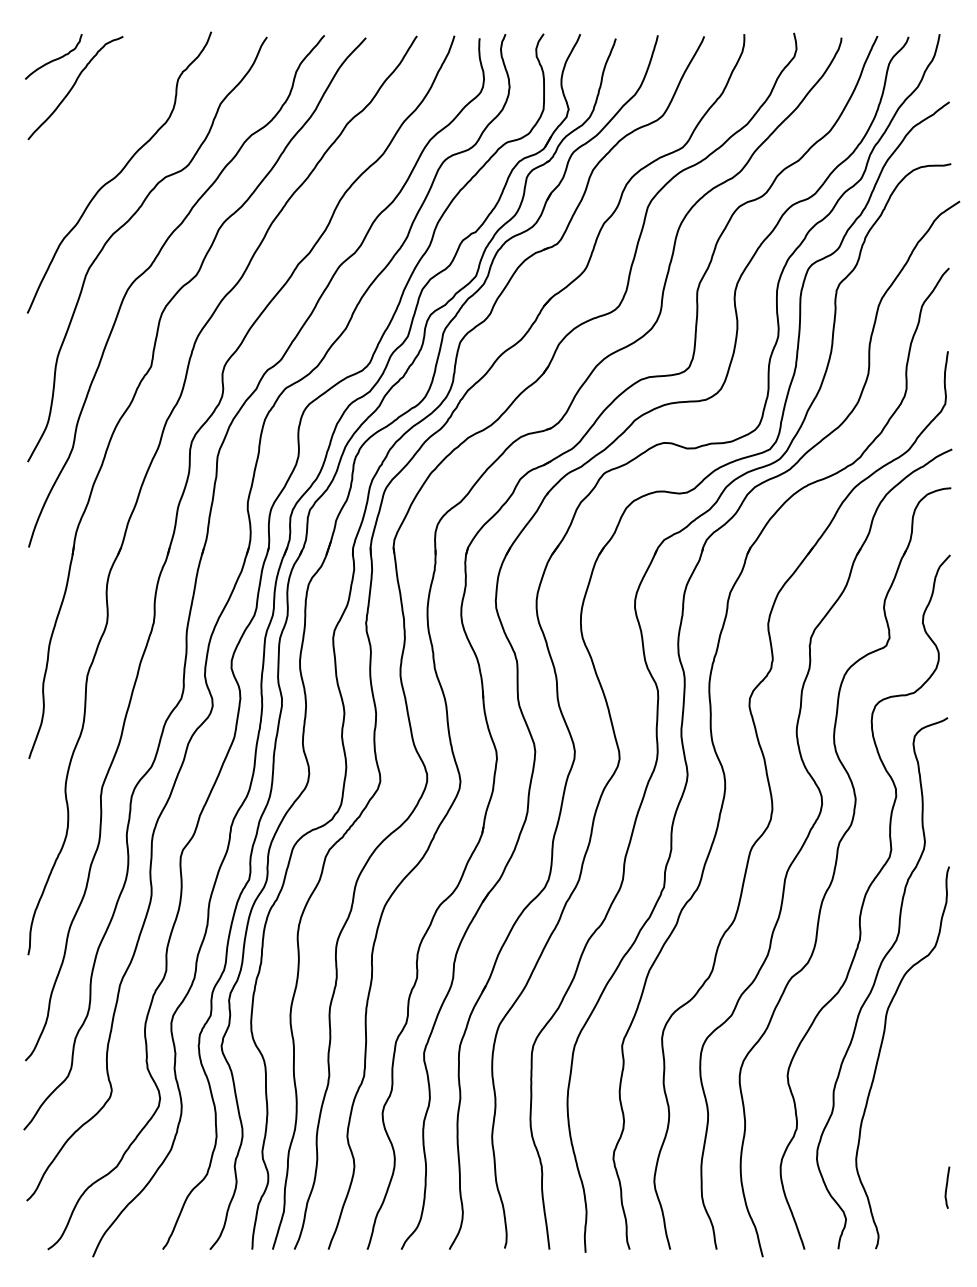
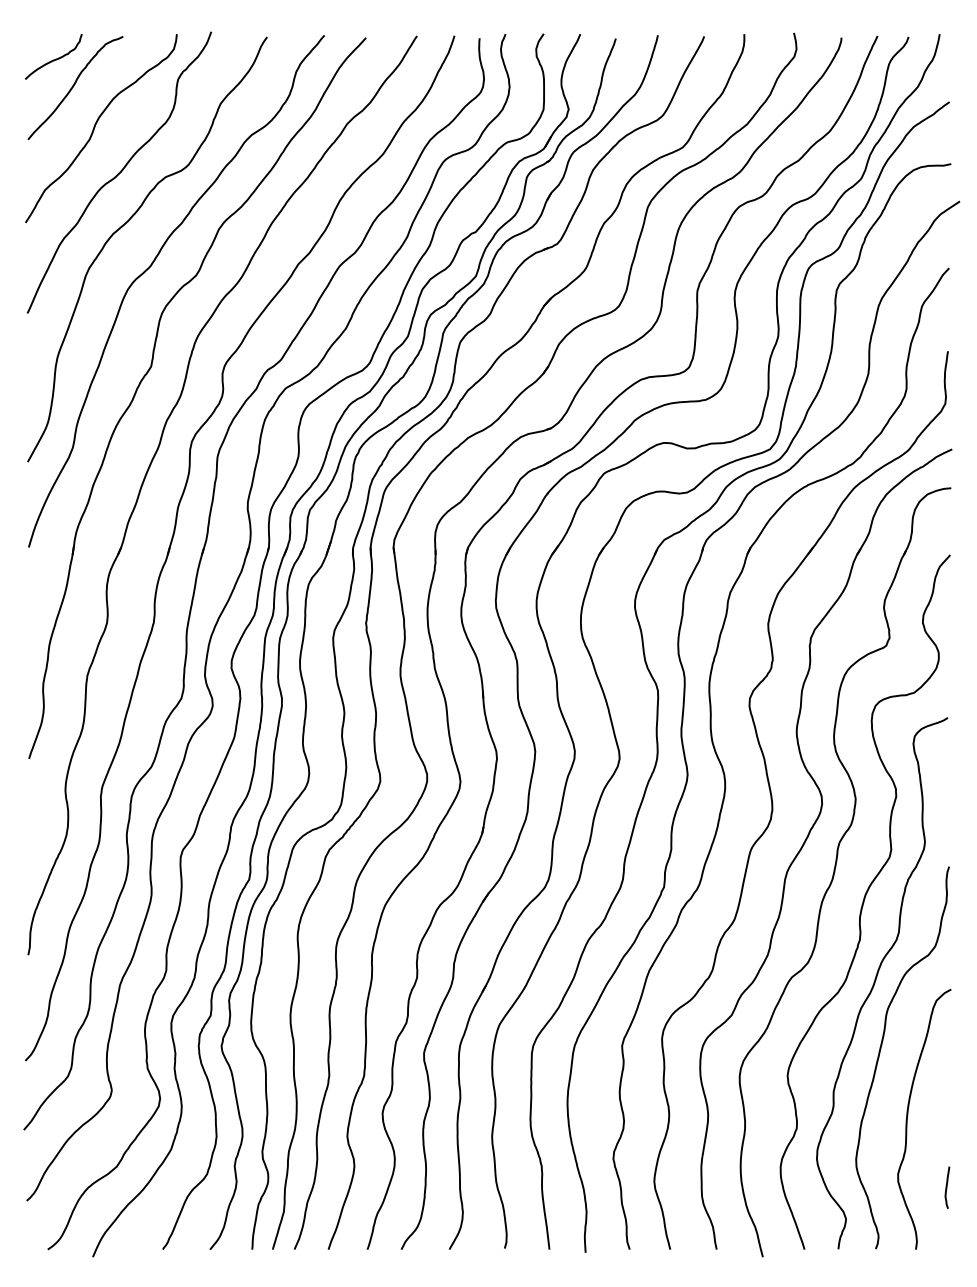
curve at (95, 127): none -> present
curve at (908, 1115): none -> present
